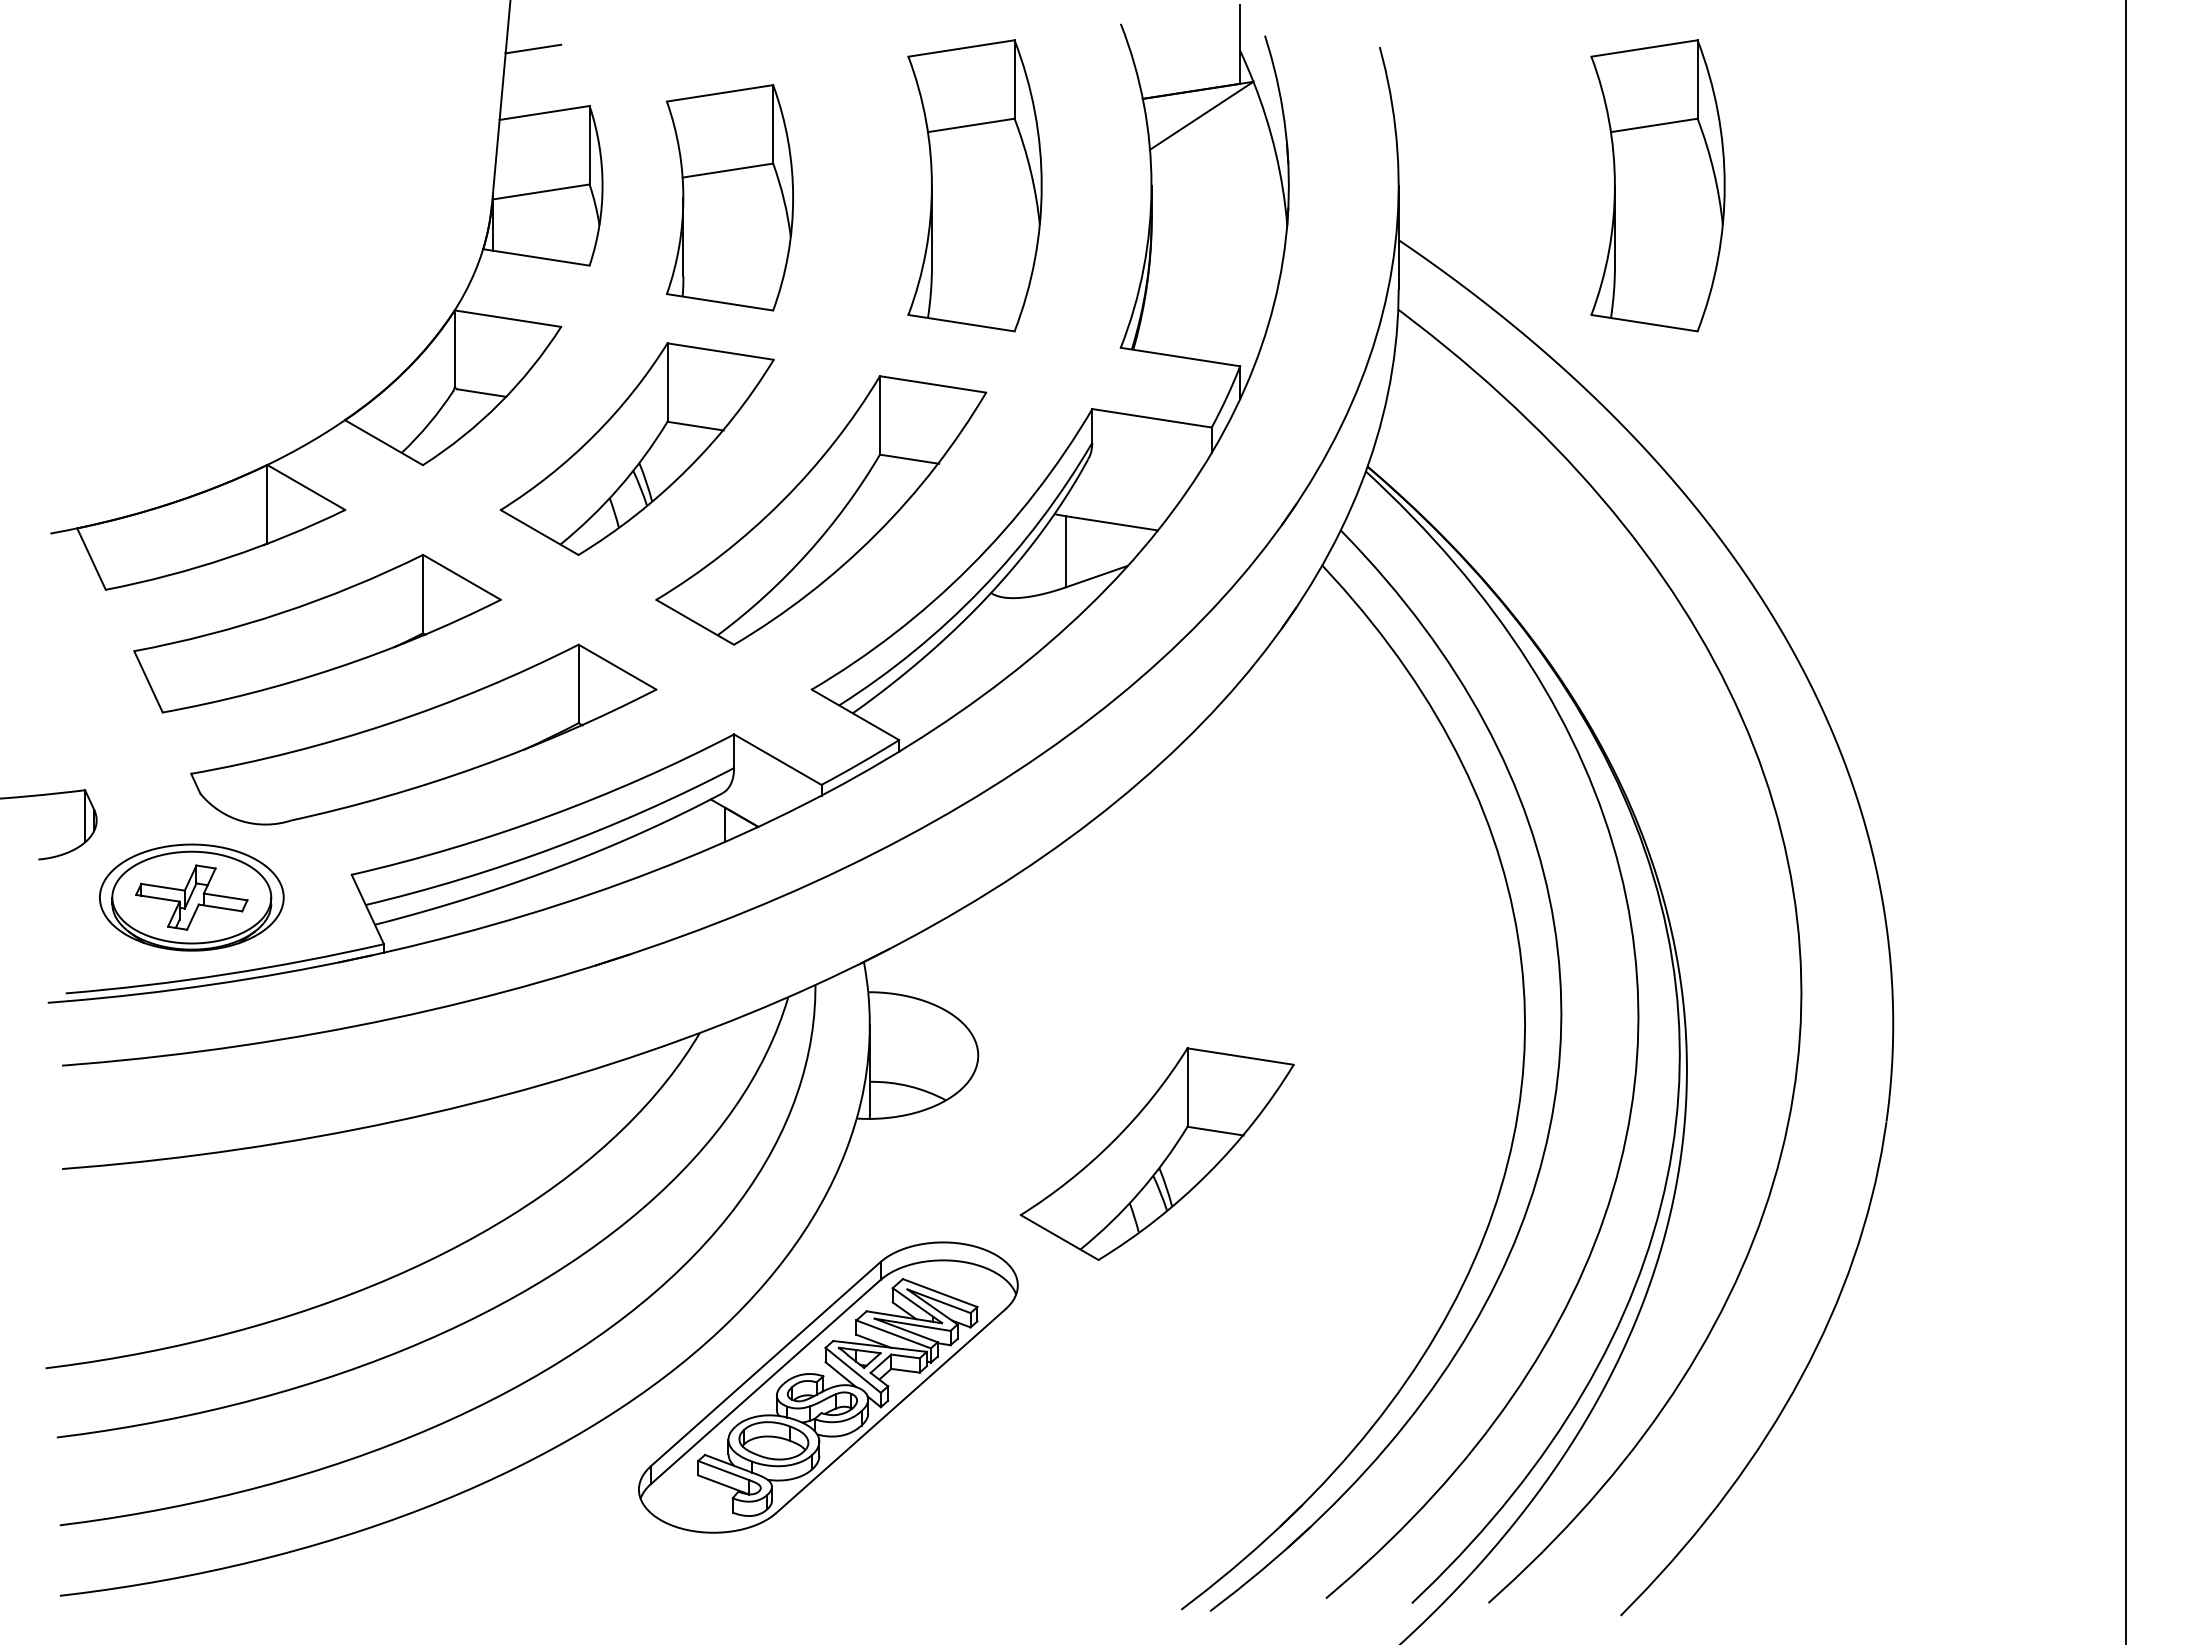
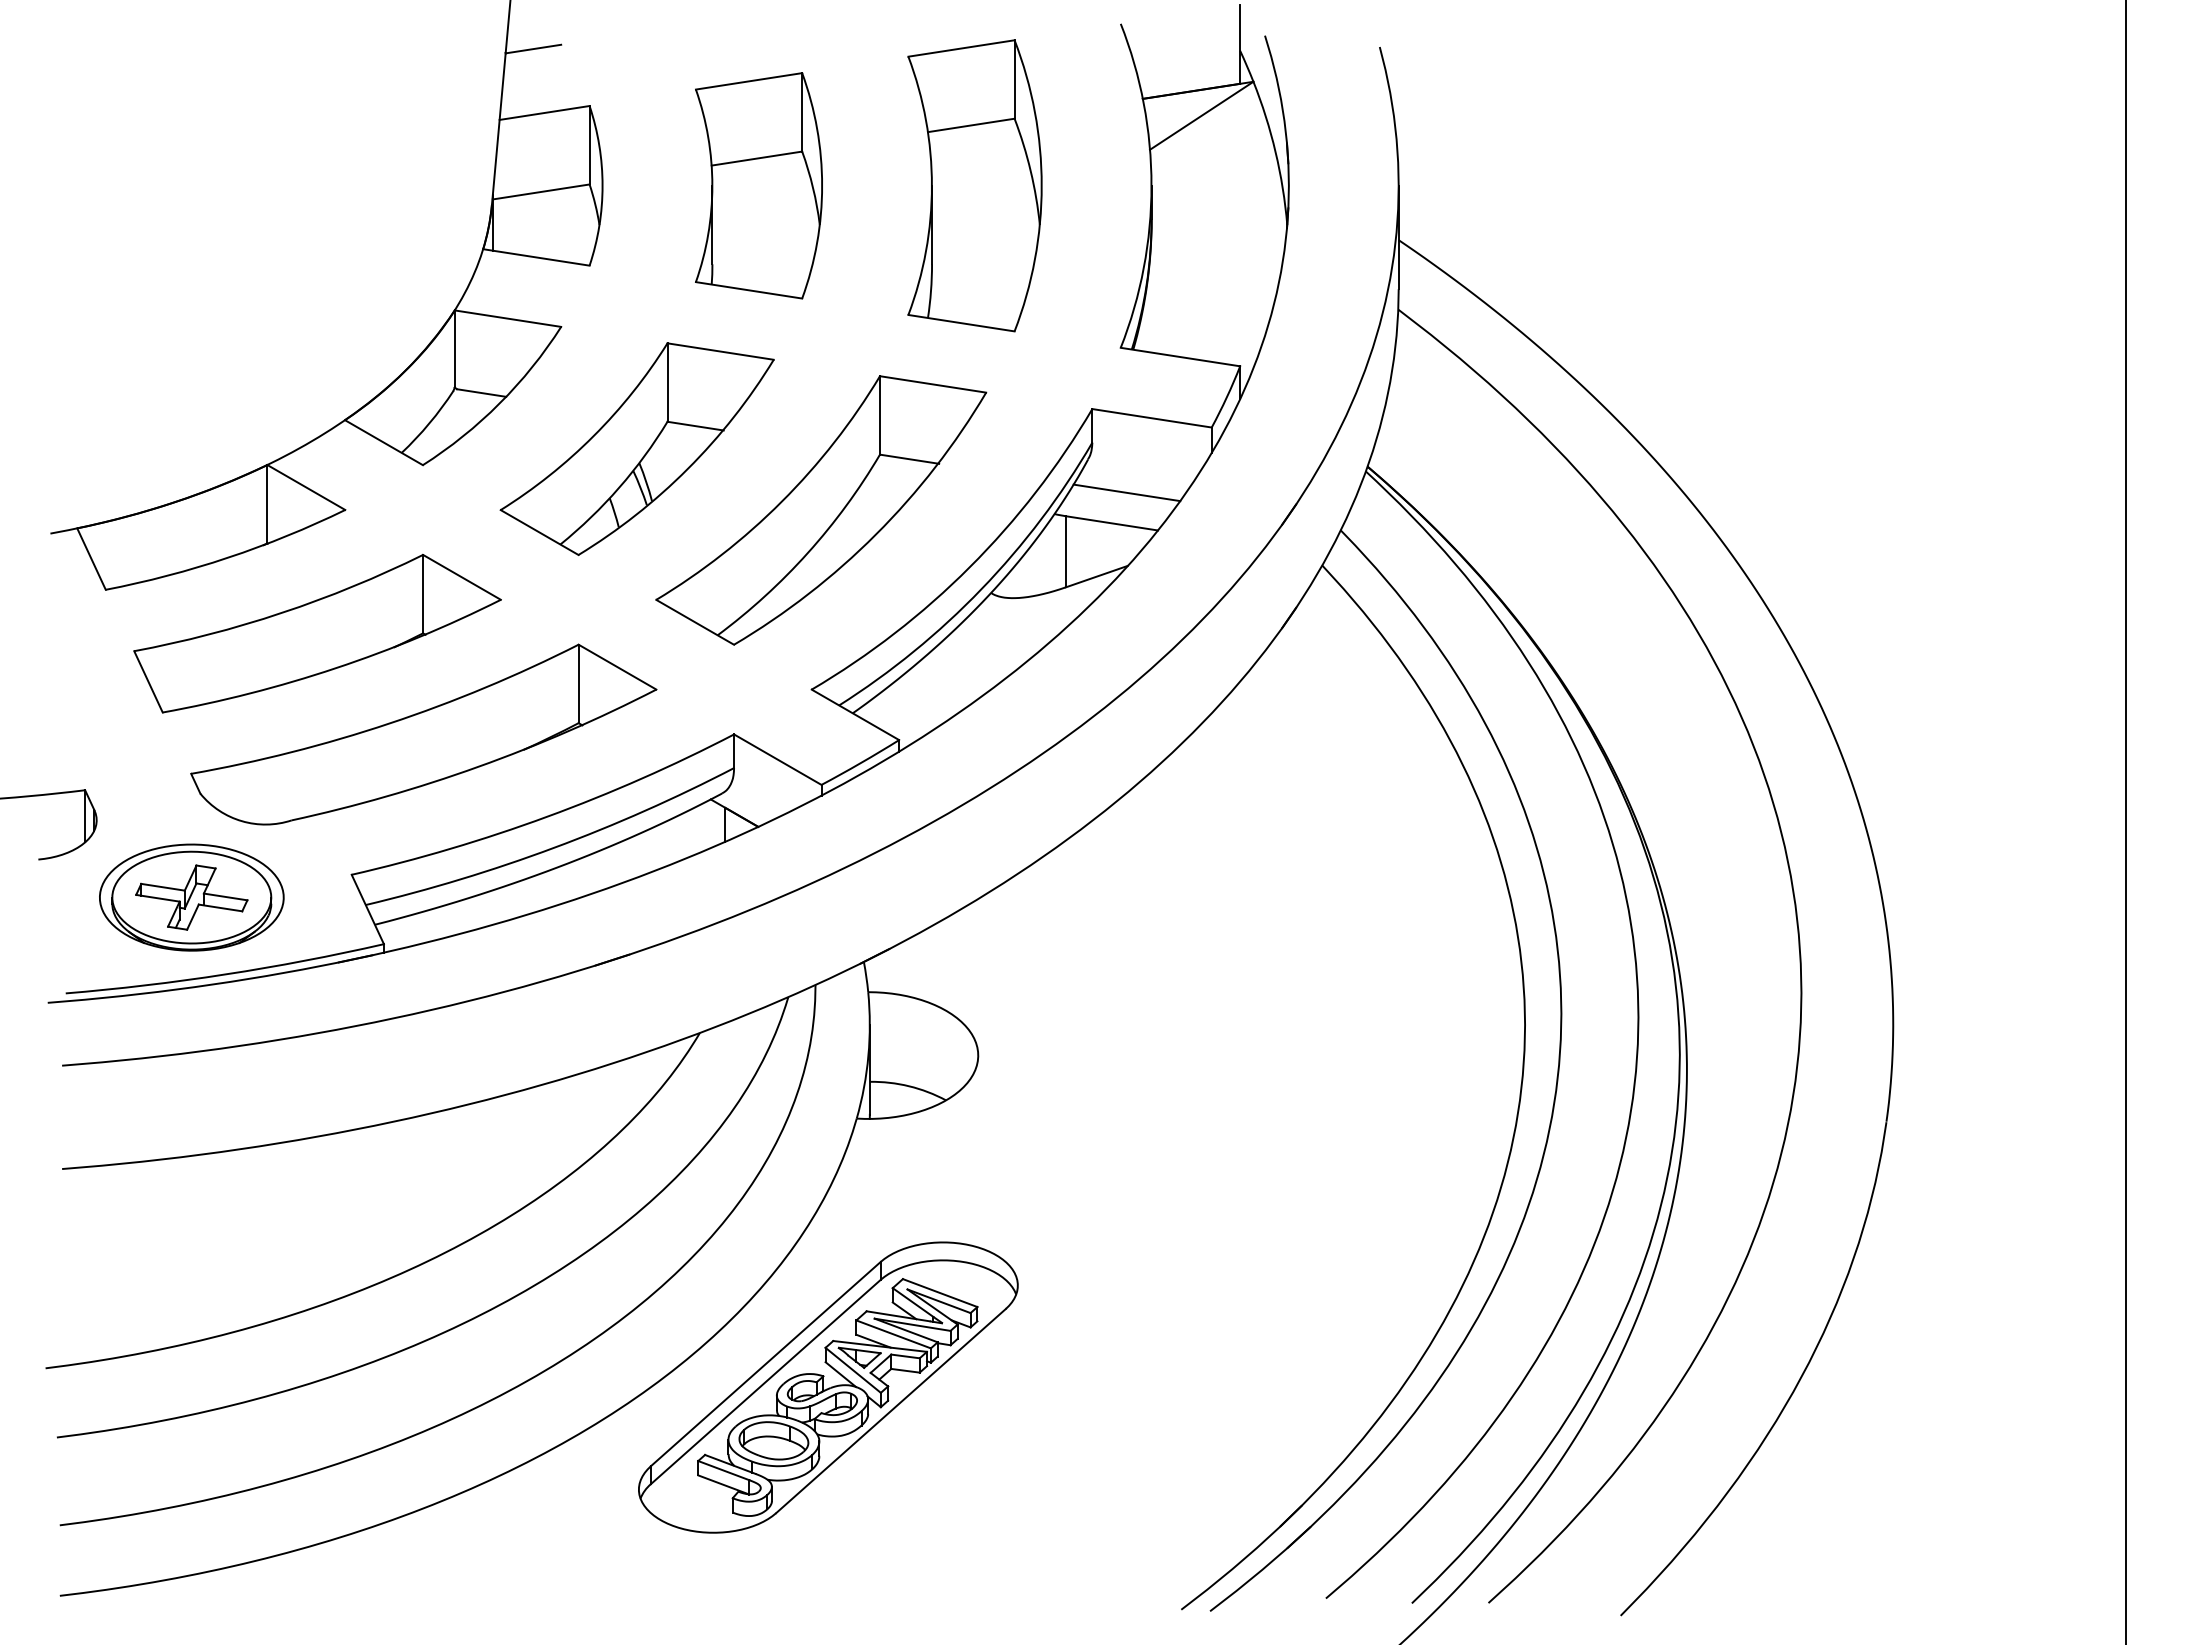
part at (1657, 185): present -> none
part at (729, 197) position: (729, 197) -> (758, 185)
line at (1126, 492): none -> present
part at (1156, 1153): present -> none
